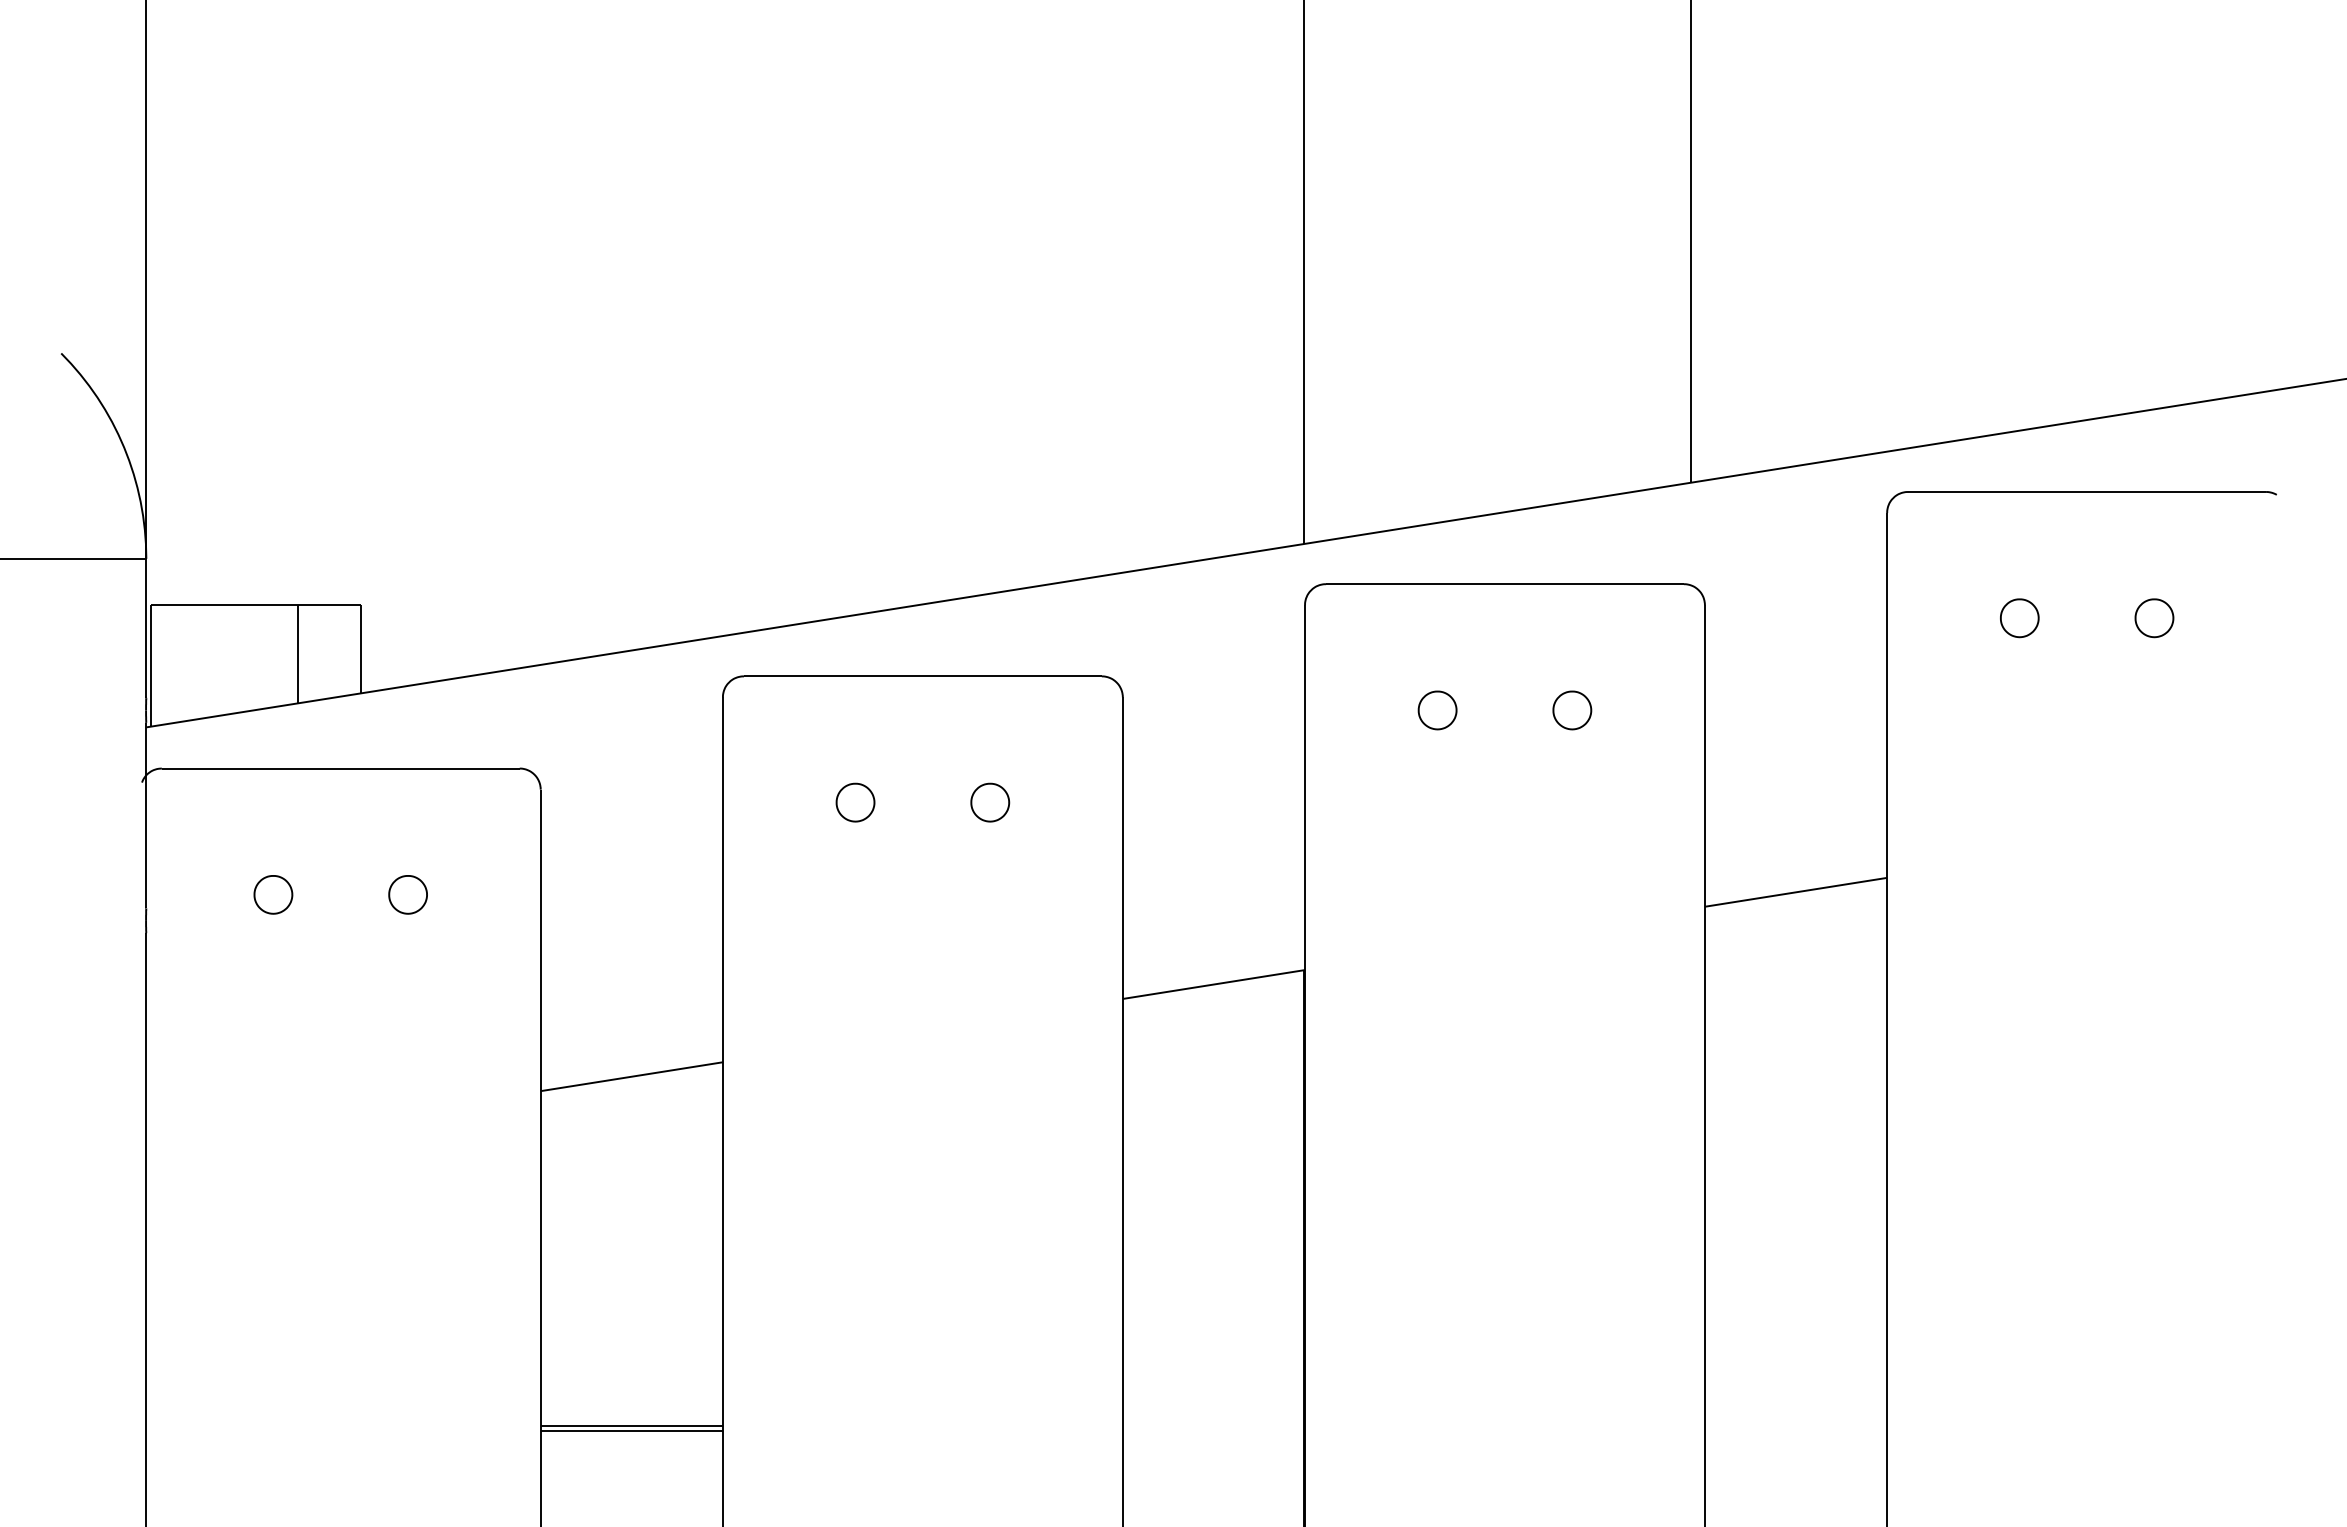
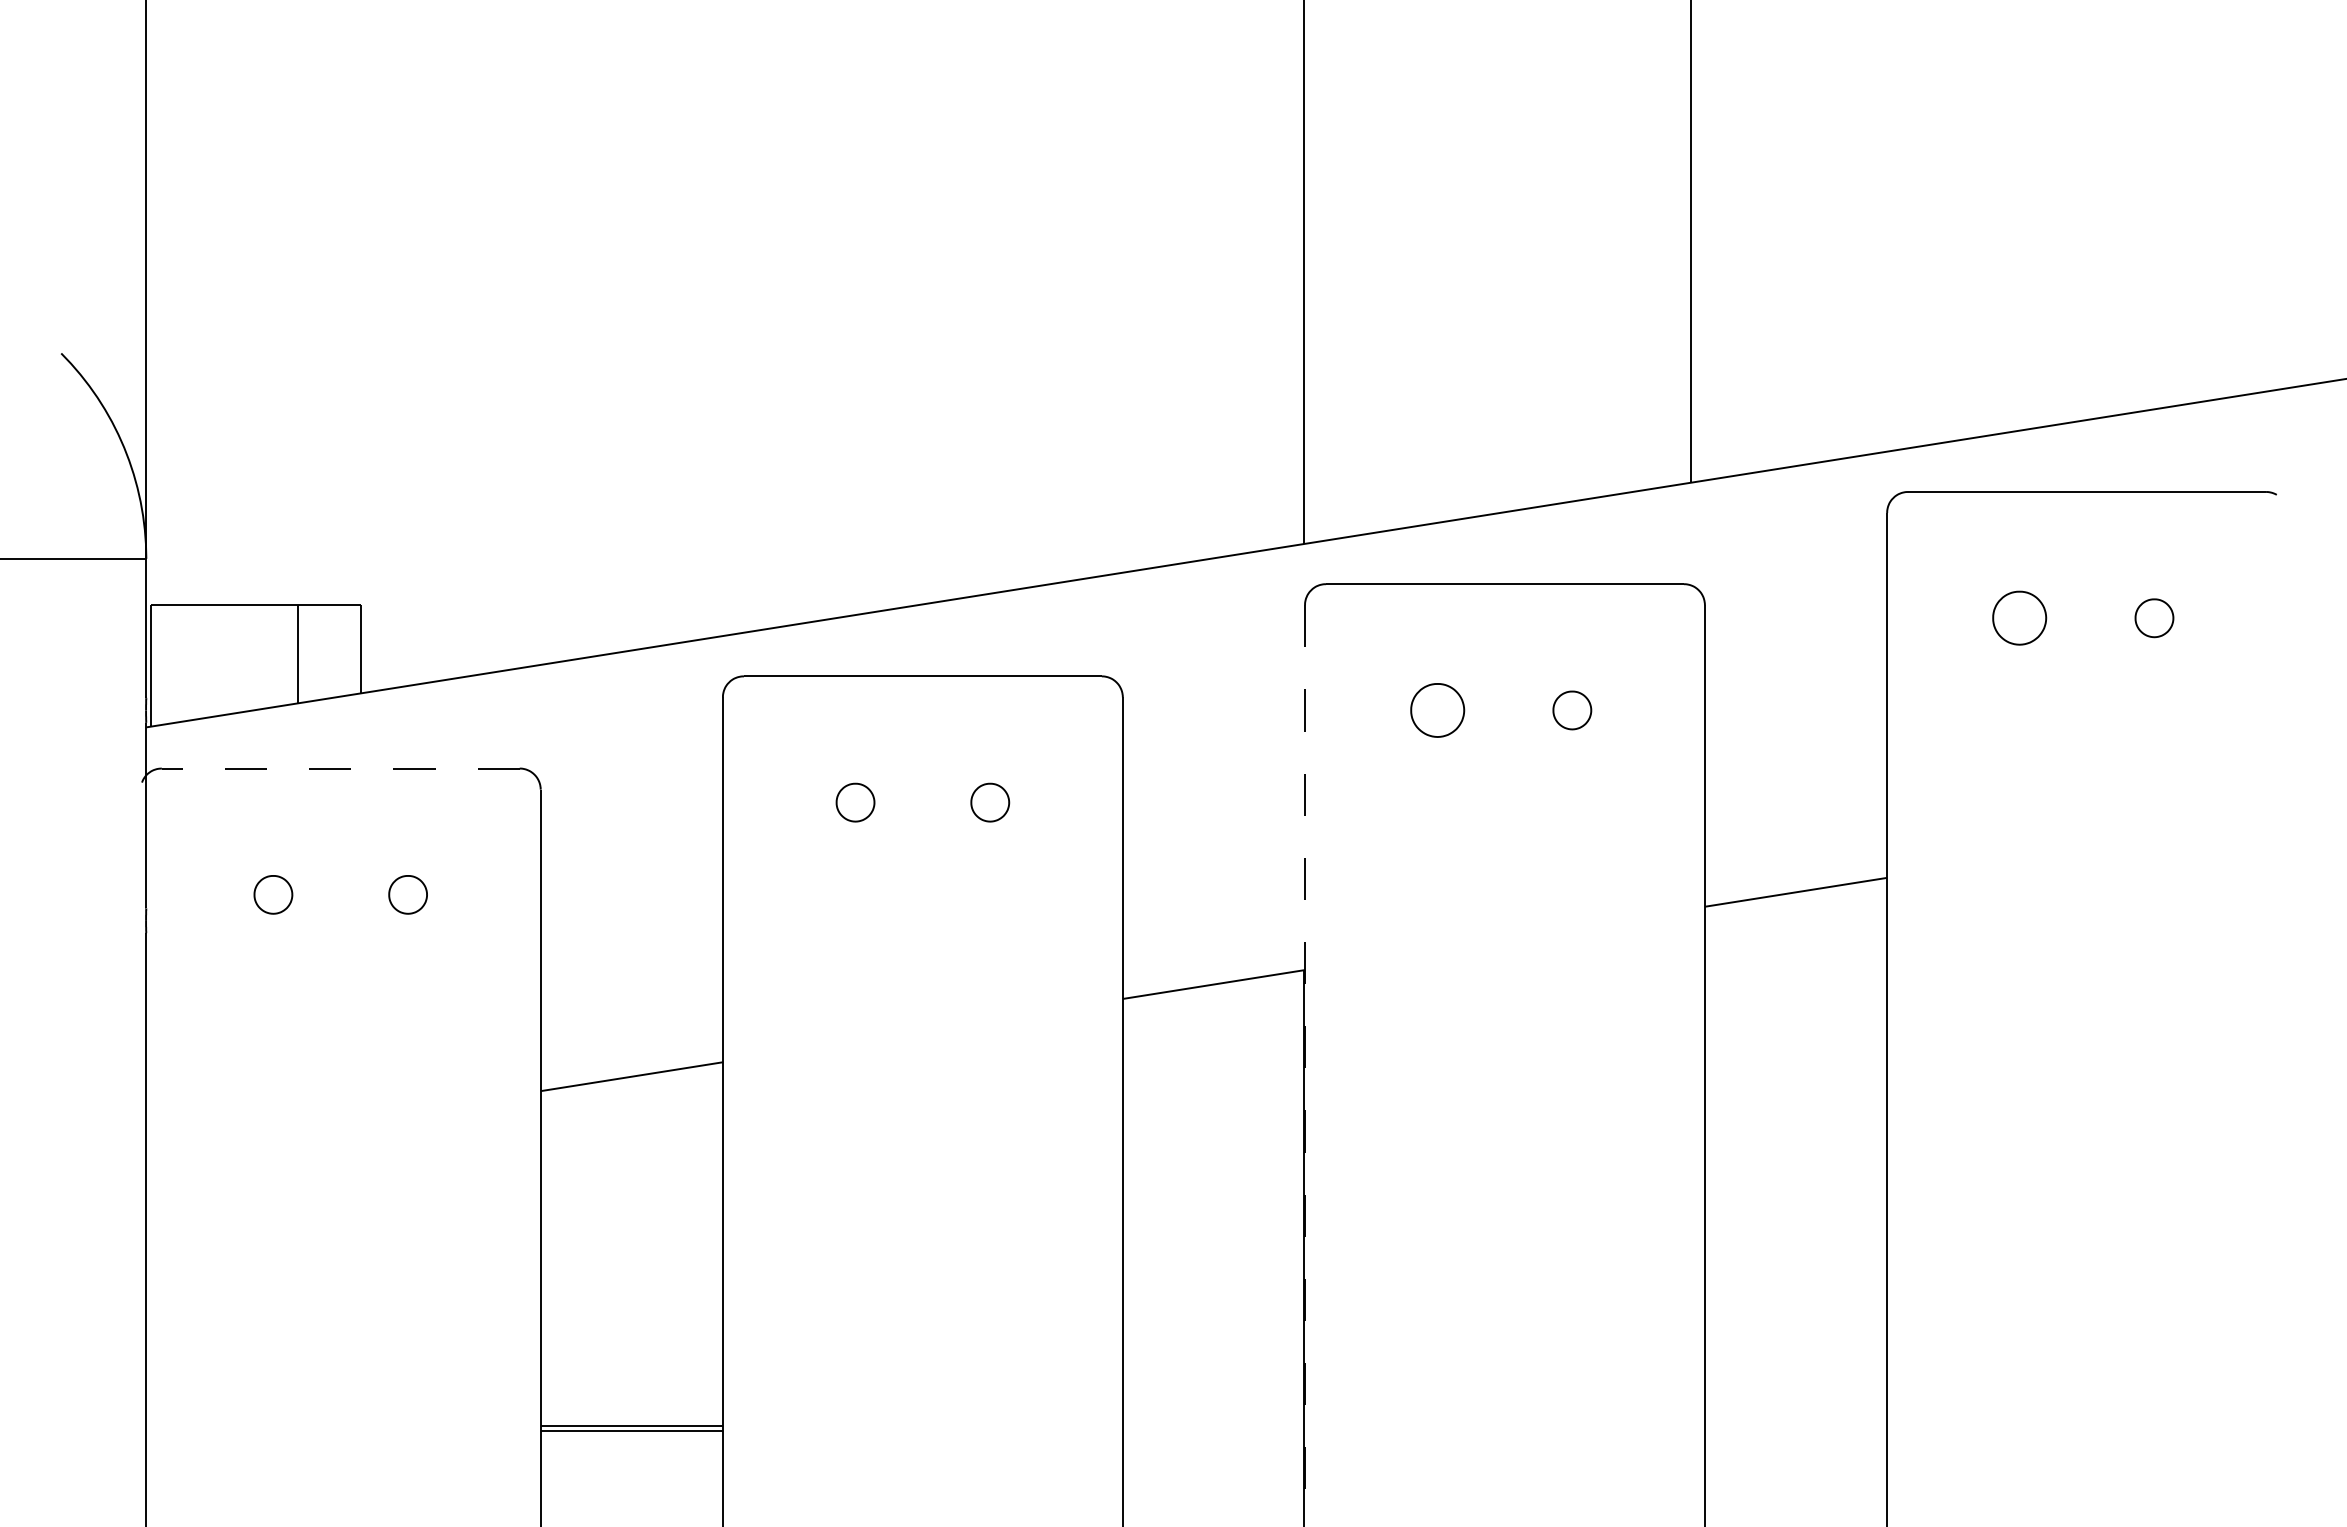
part at (2019, 618) size: 40x41 px -> 56x56 px
part at (1437, 710) size: 41x41 px -> 56x55 px
line at (340, 768): solid -> dashed
line at (1305, 1066): solid -> dashed
